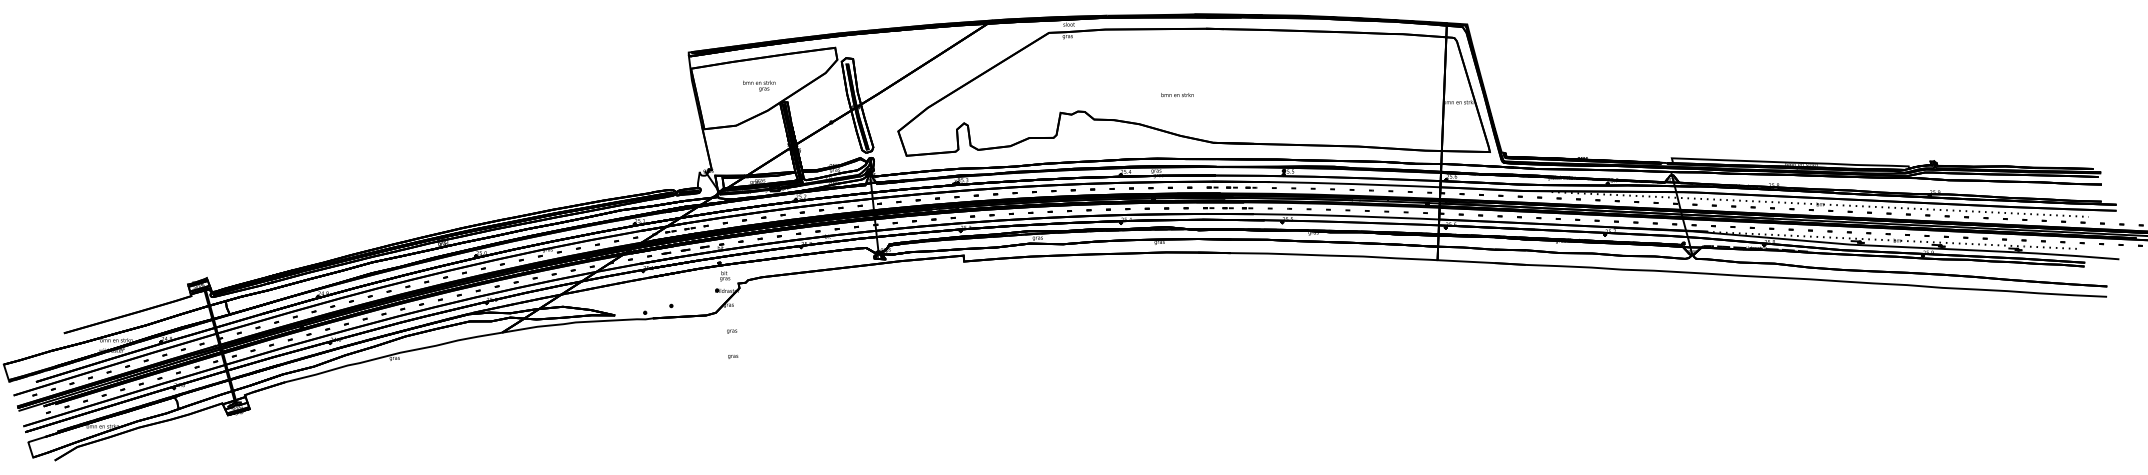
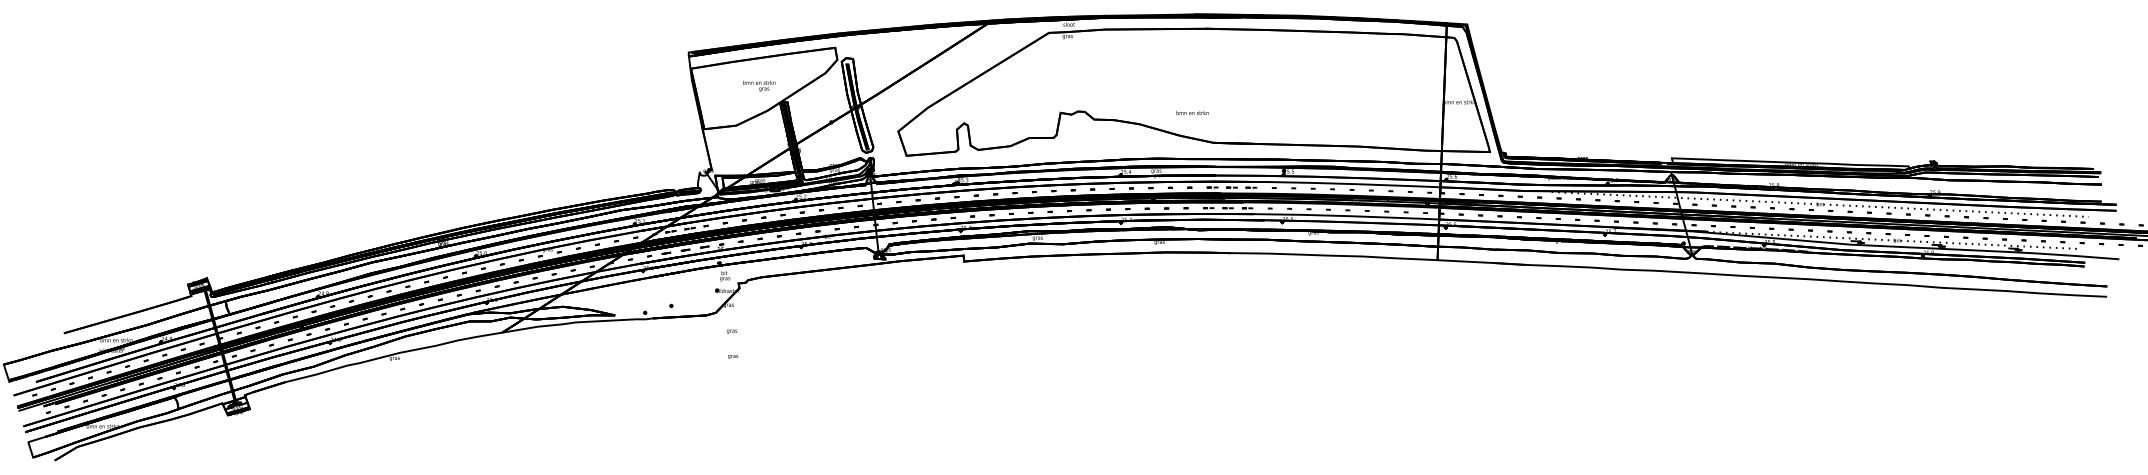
text at (1177, 95) position: (1177, 95) -> (1192, 113)
